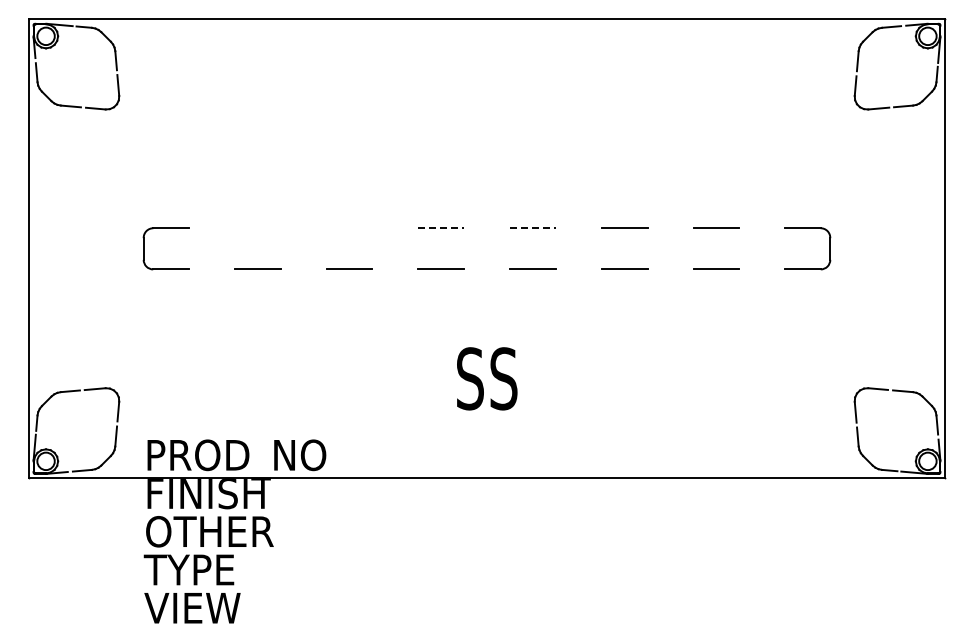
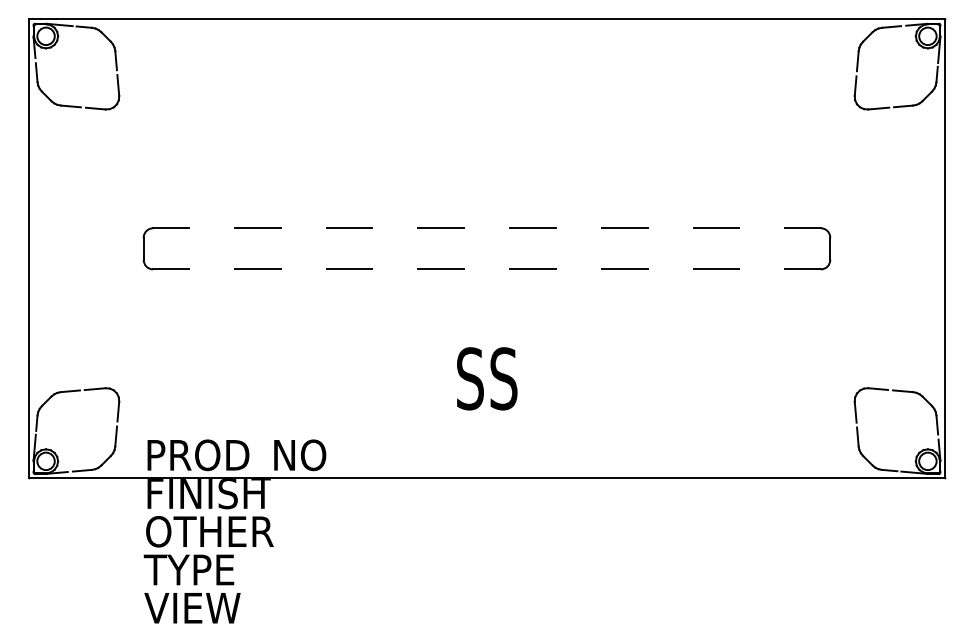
line at (257, 228): none -> present
line at (349, 228): none -> present
line at (441, 228): dashed -> solid
line at (532, 228): dashed -> solid
